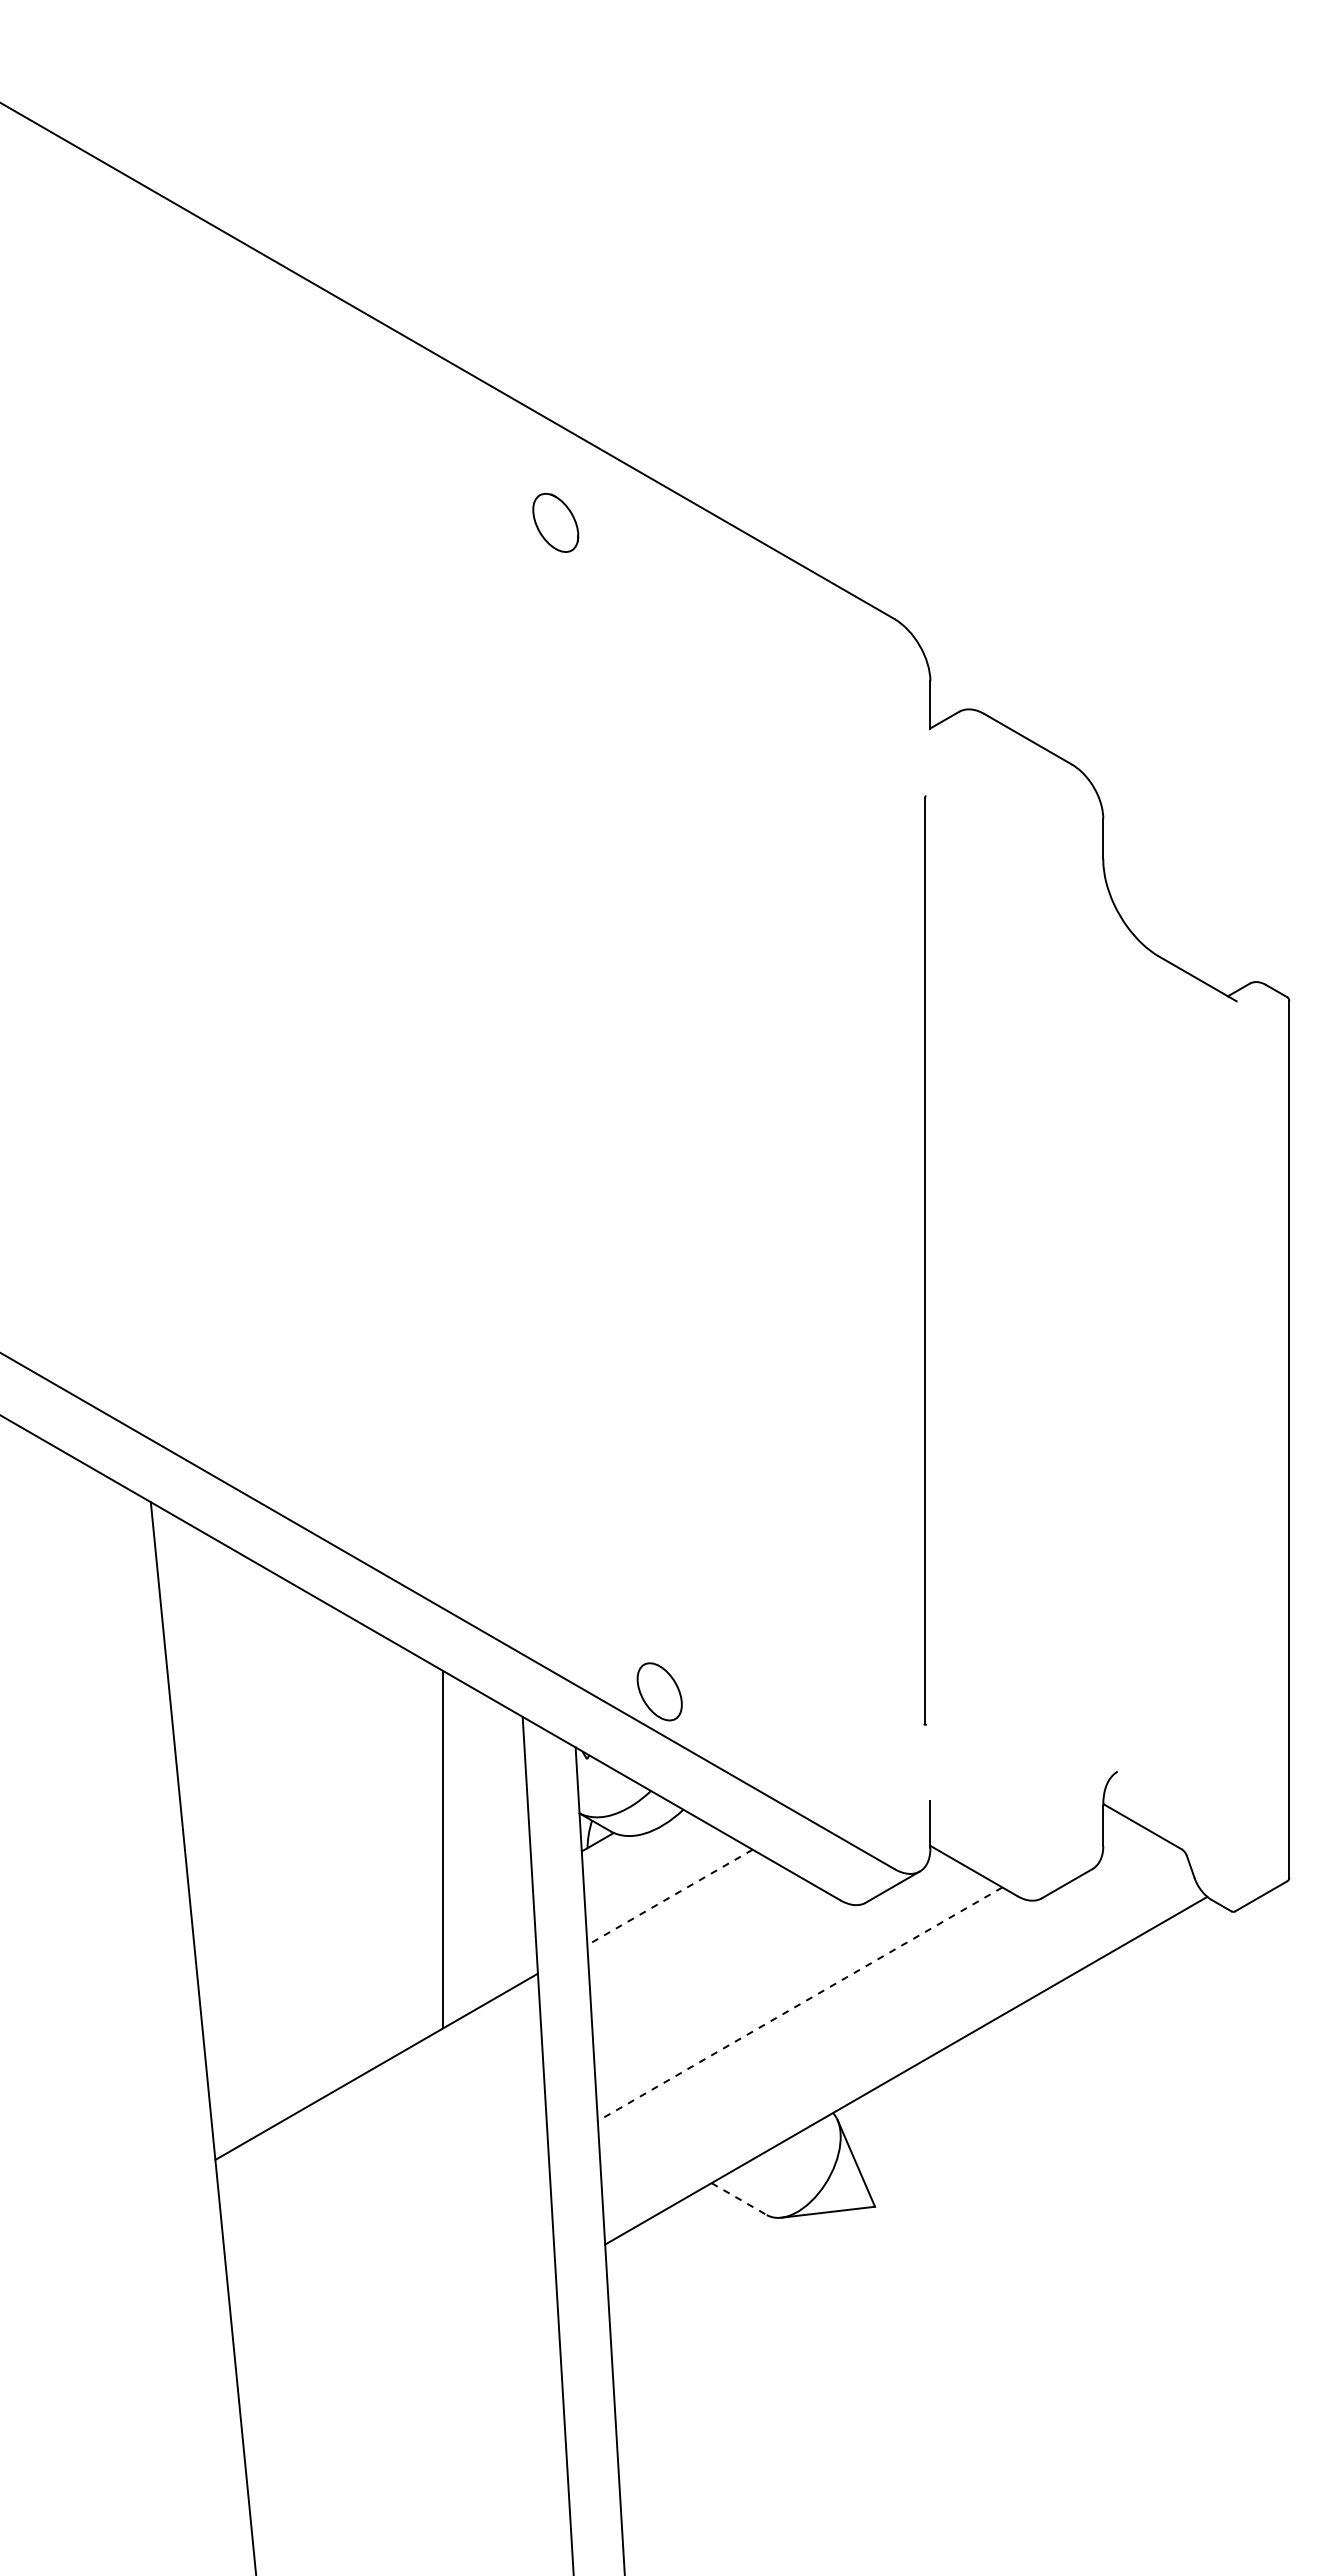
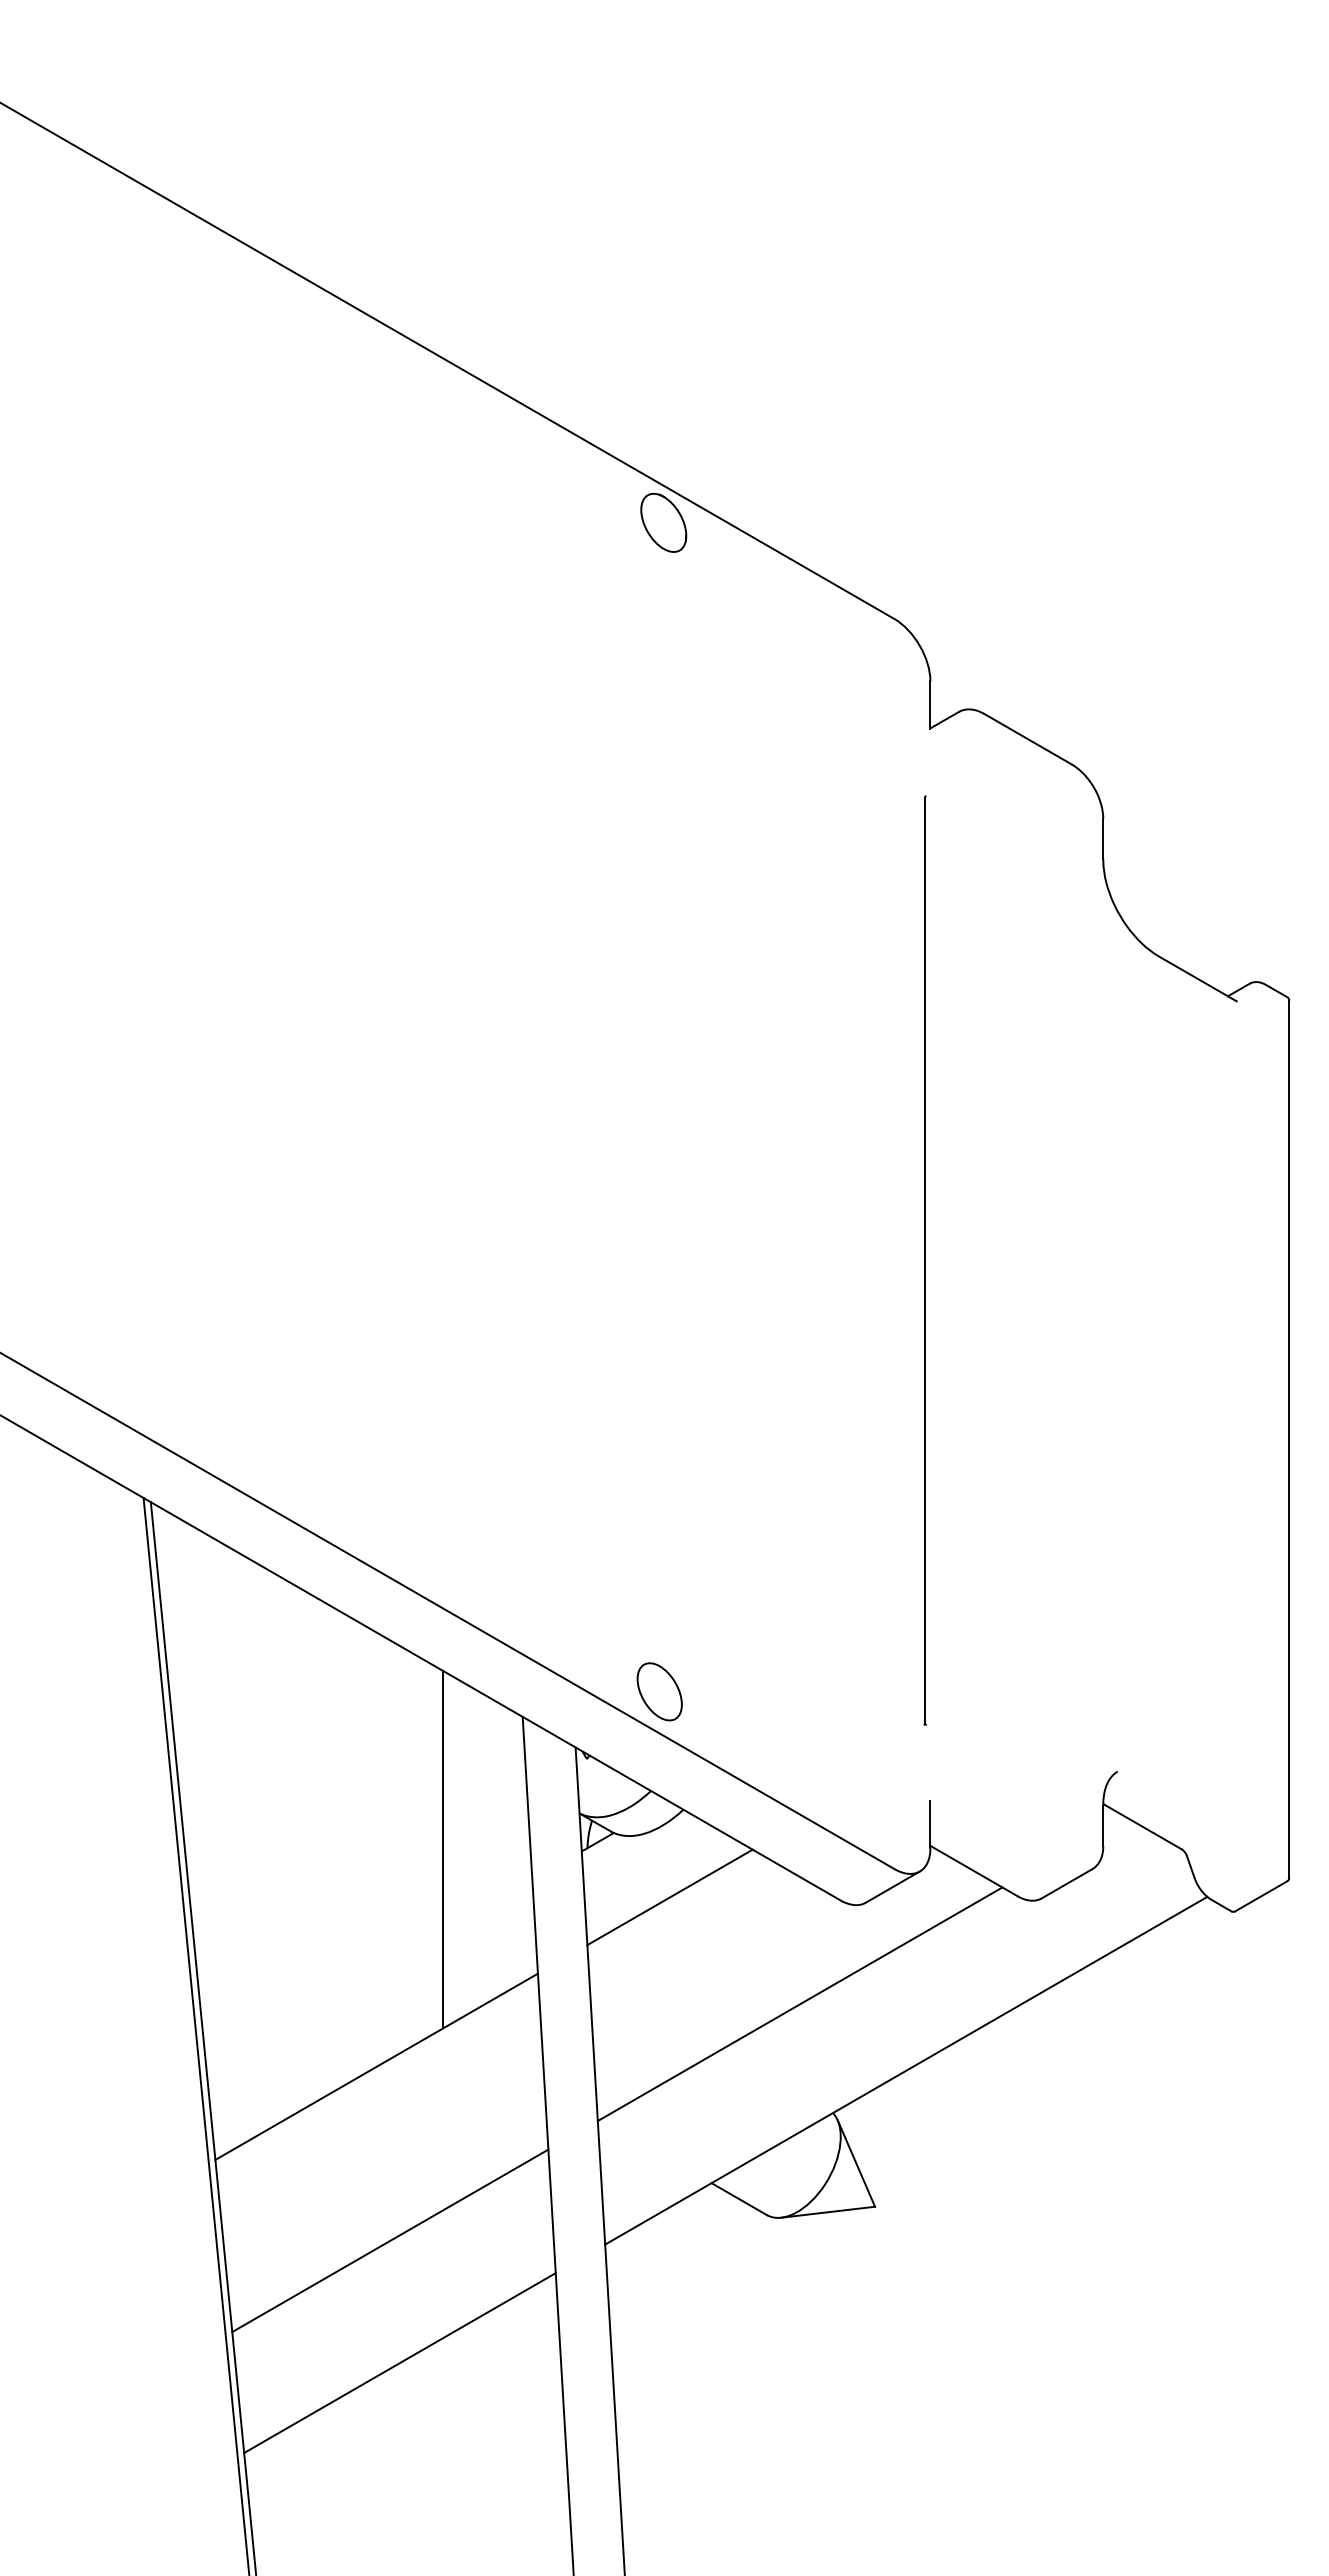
part at (555, 522) position: (555, 522) -> (663, 522)
line at (669, 1897): dashed -> solid
line at (800, 2004): dashed -> solid
line at (196, 2035): none -> present
line at (739, 2199): dashed -> solid
line at (390, 2240): none -> present
line at (399, 2363): none -> present
